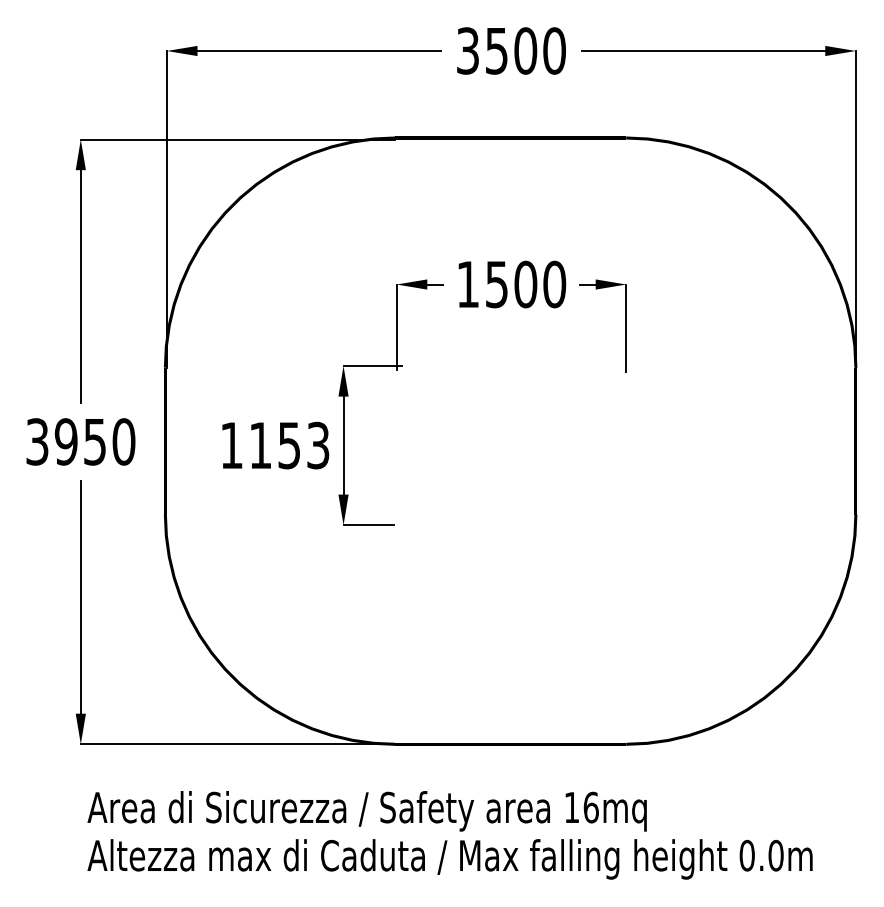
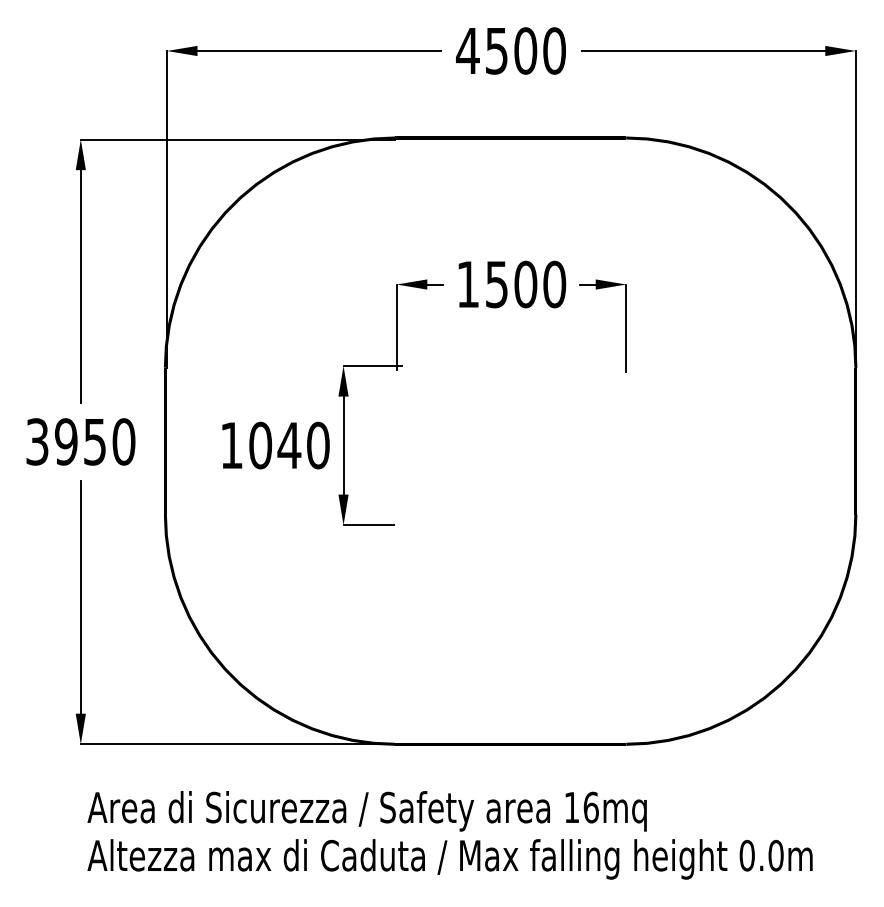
text at (467, 50): 3500 -> 4500
text at (289, 445): 1153 -> 1040
